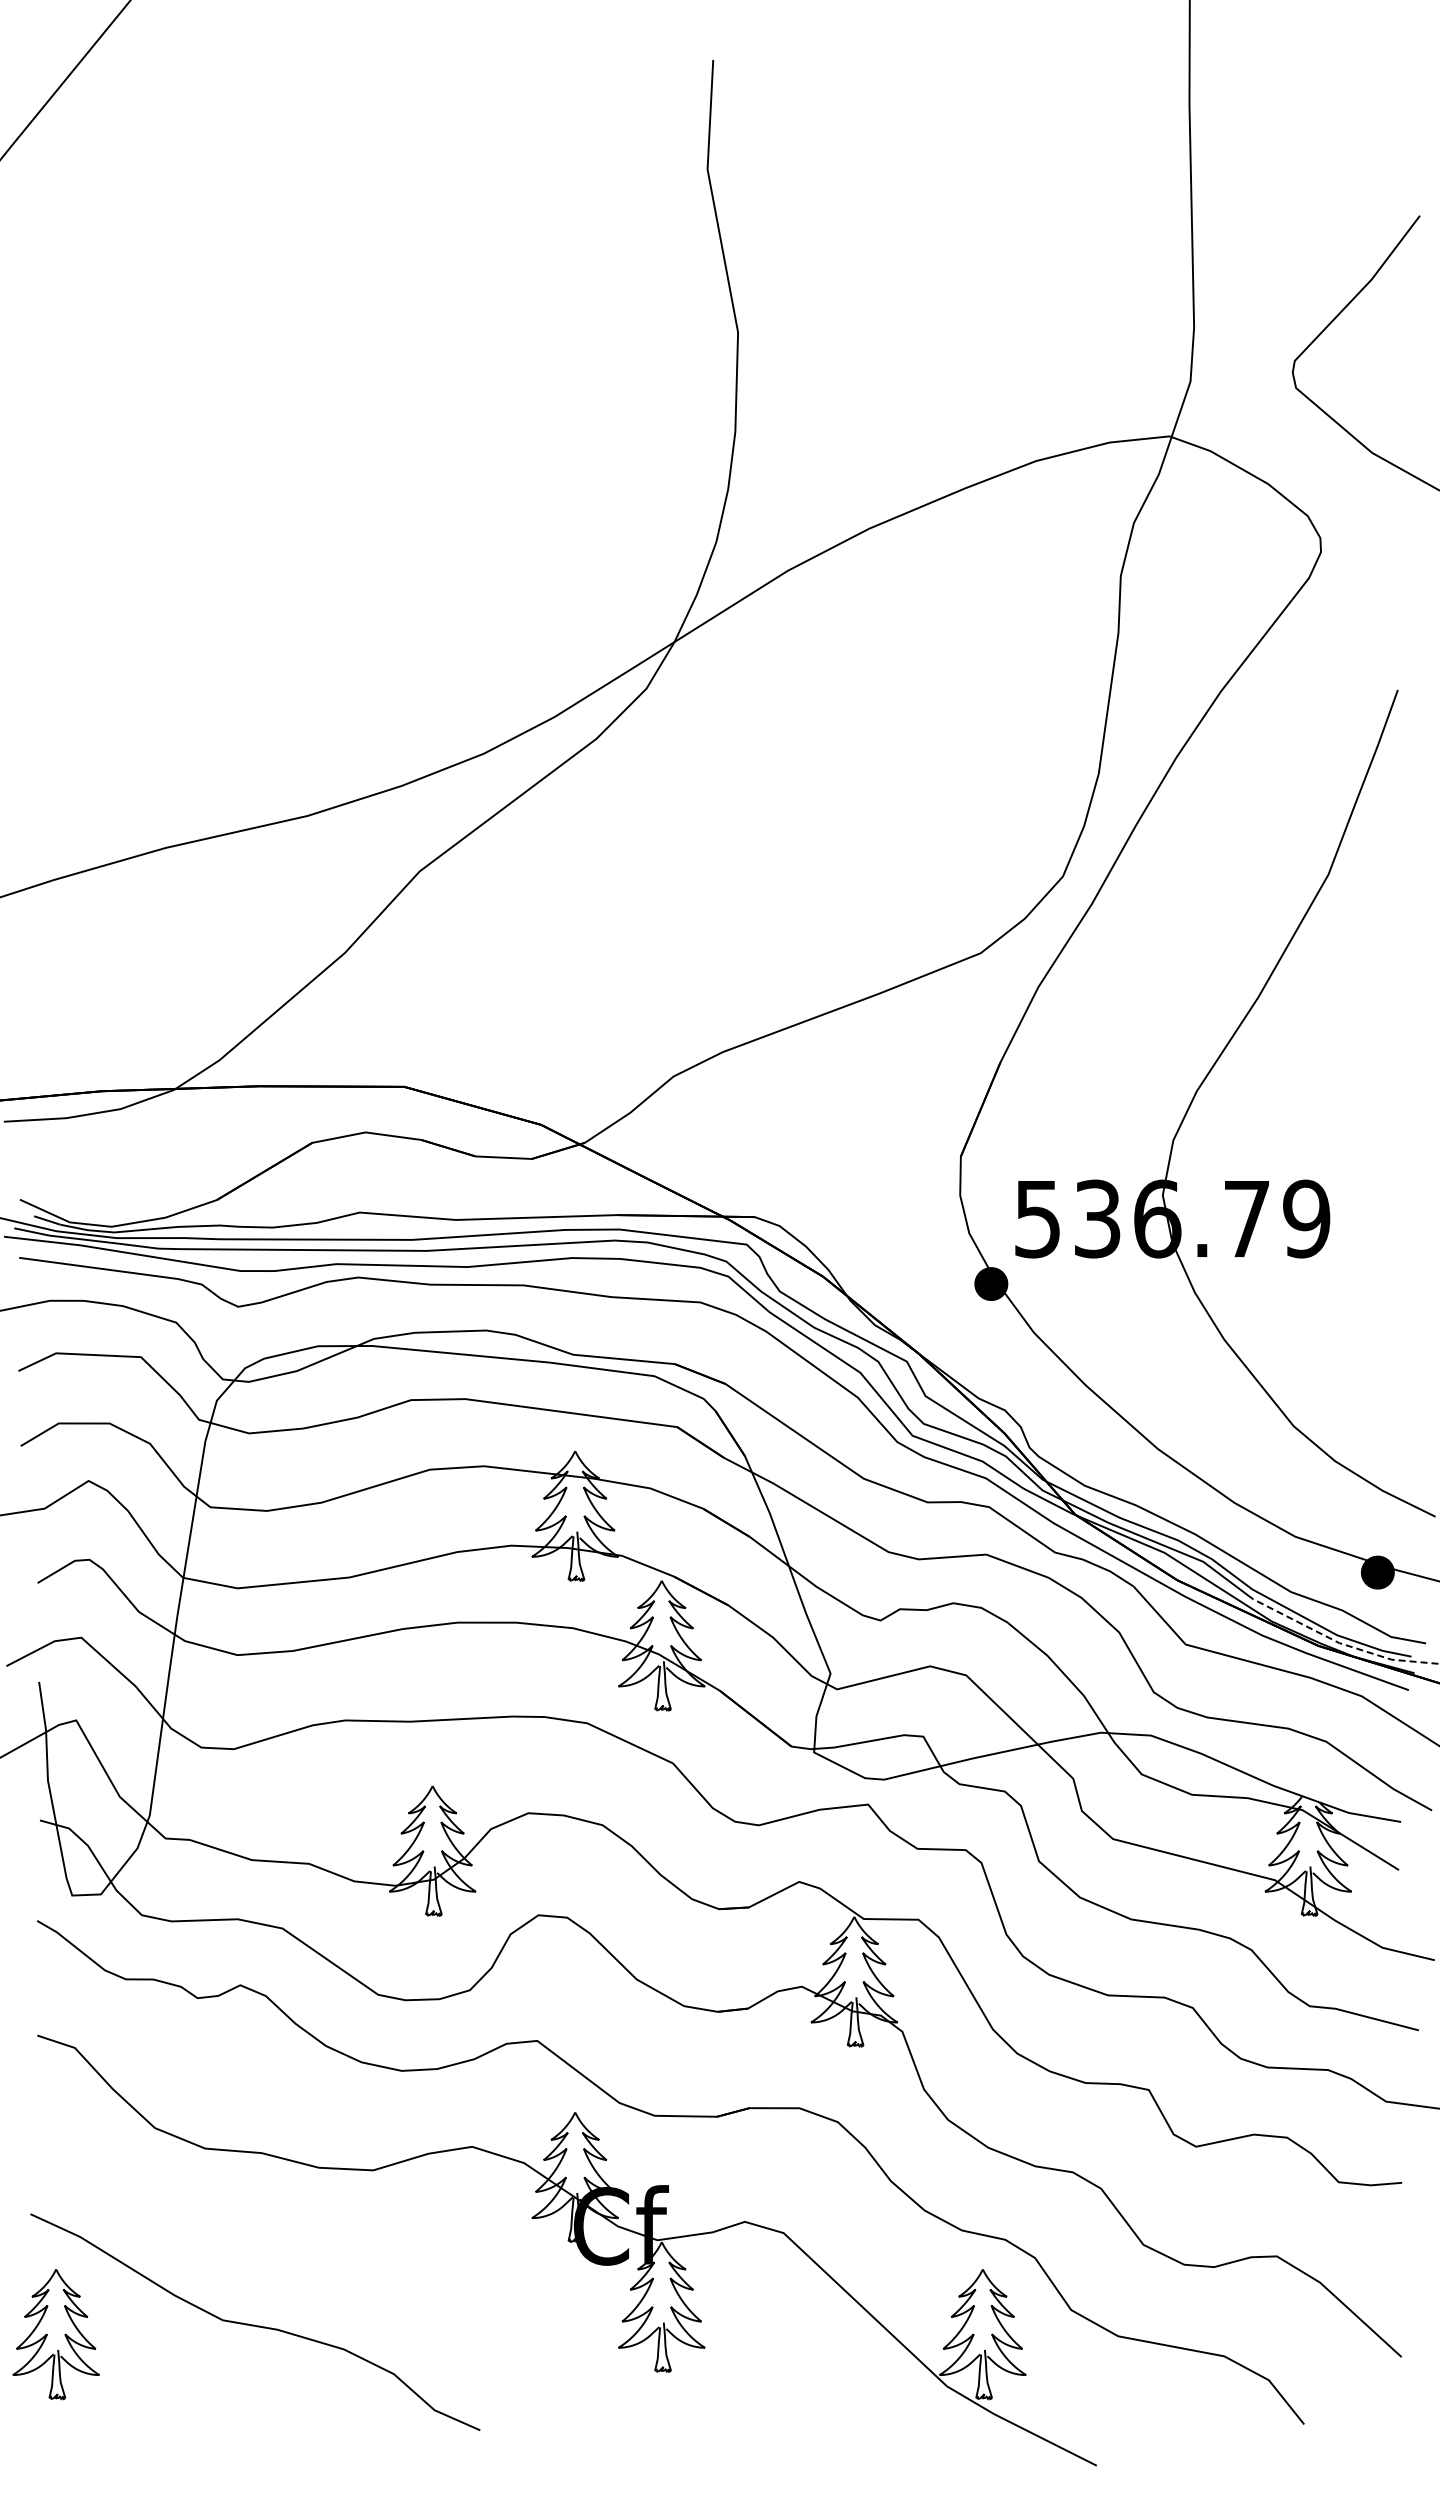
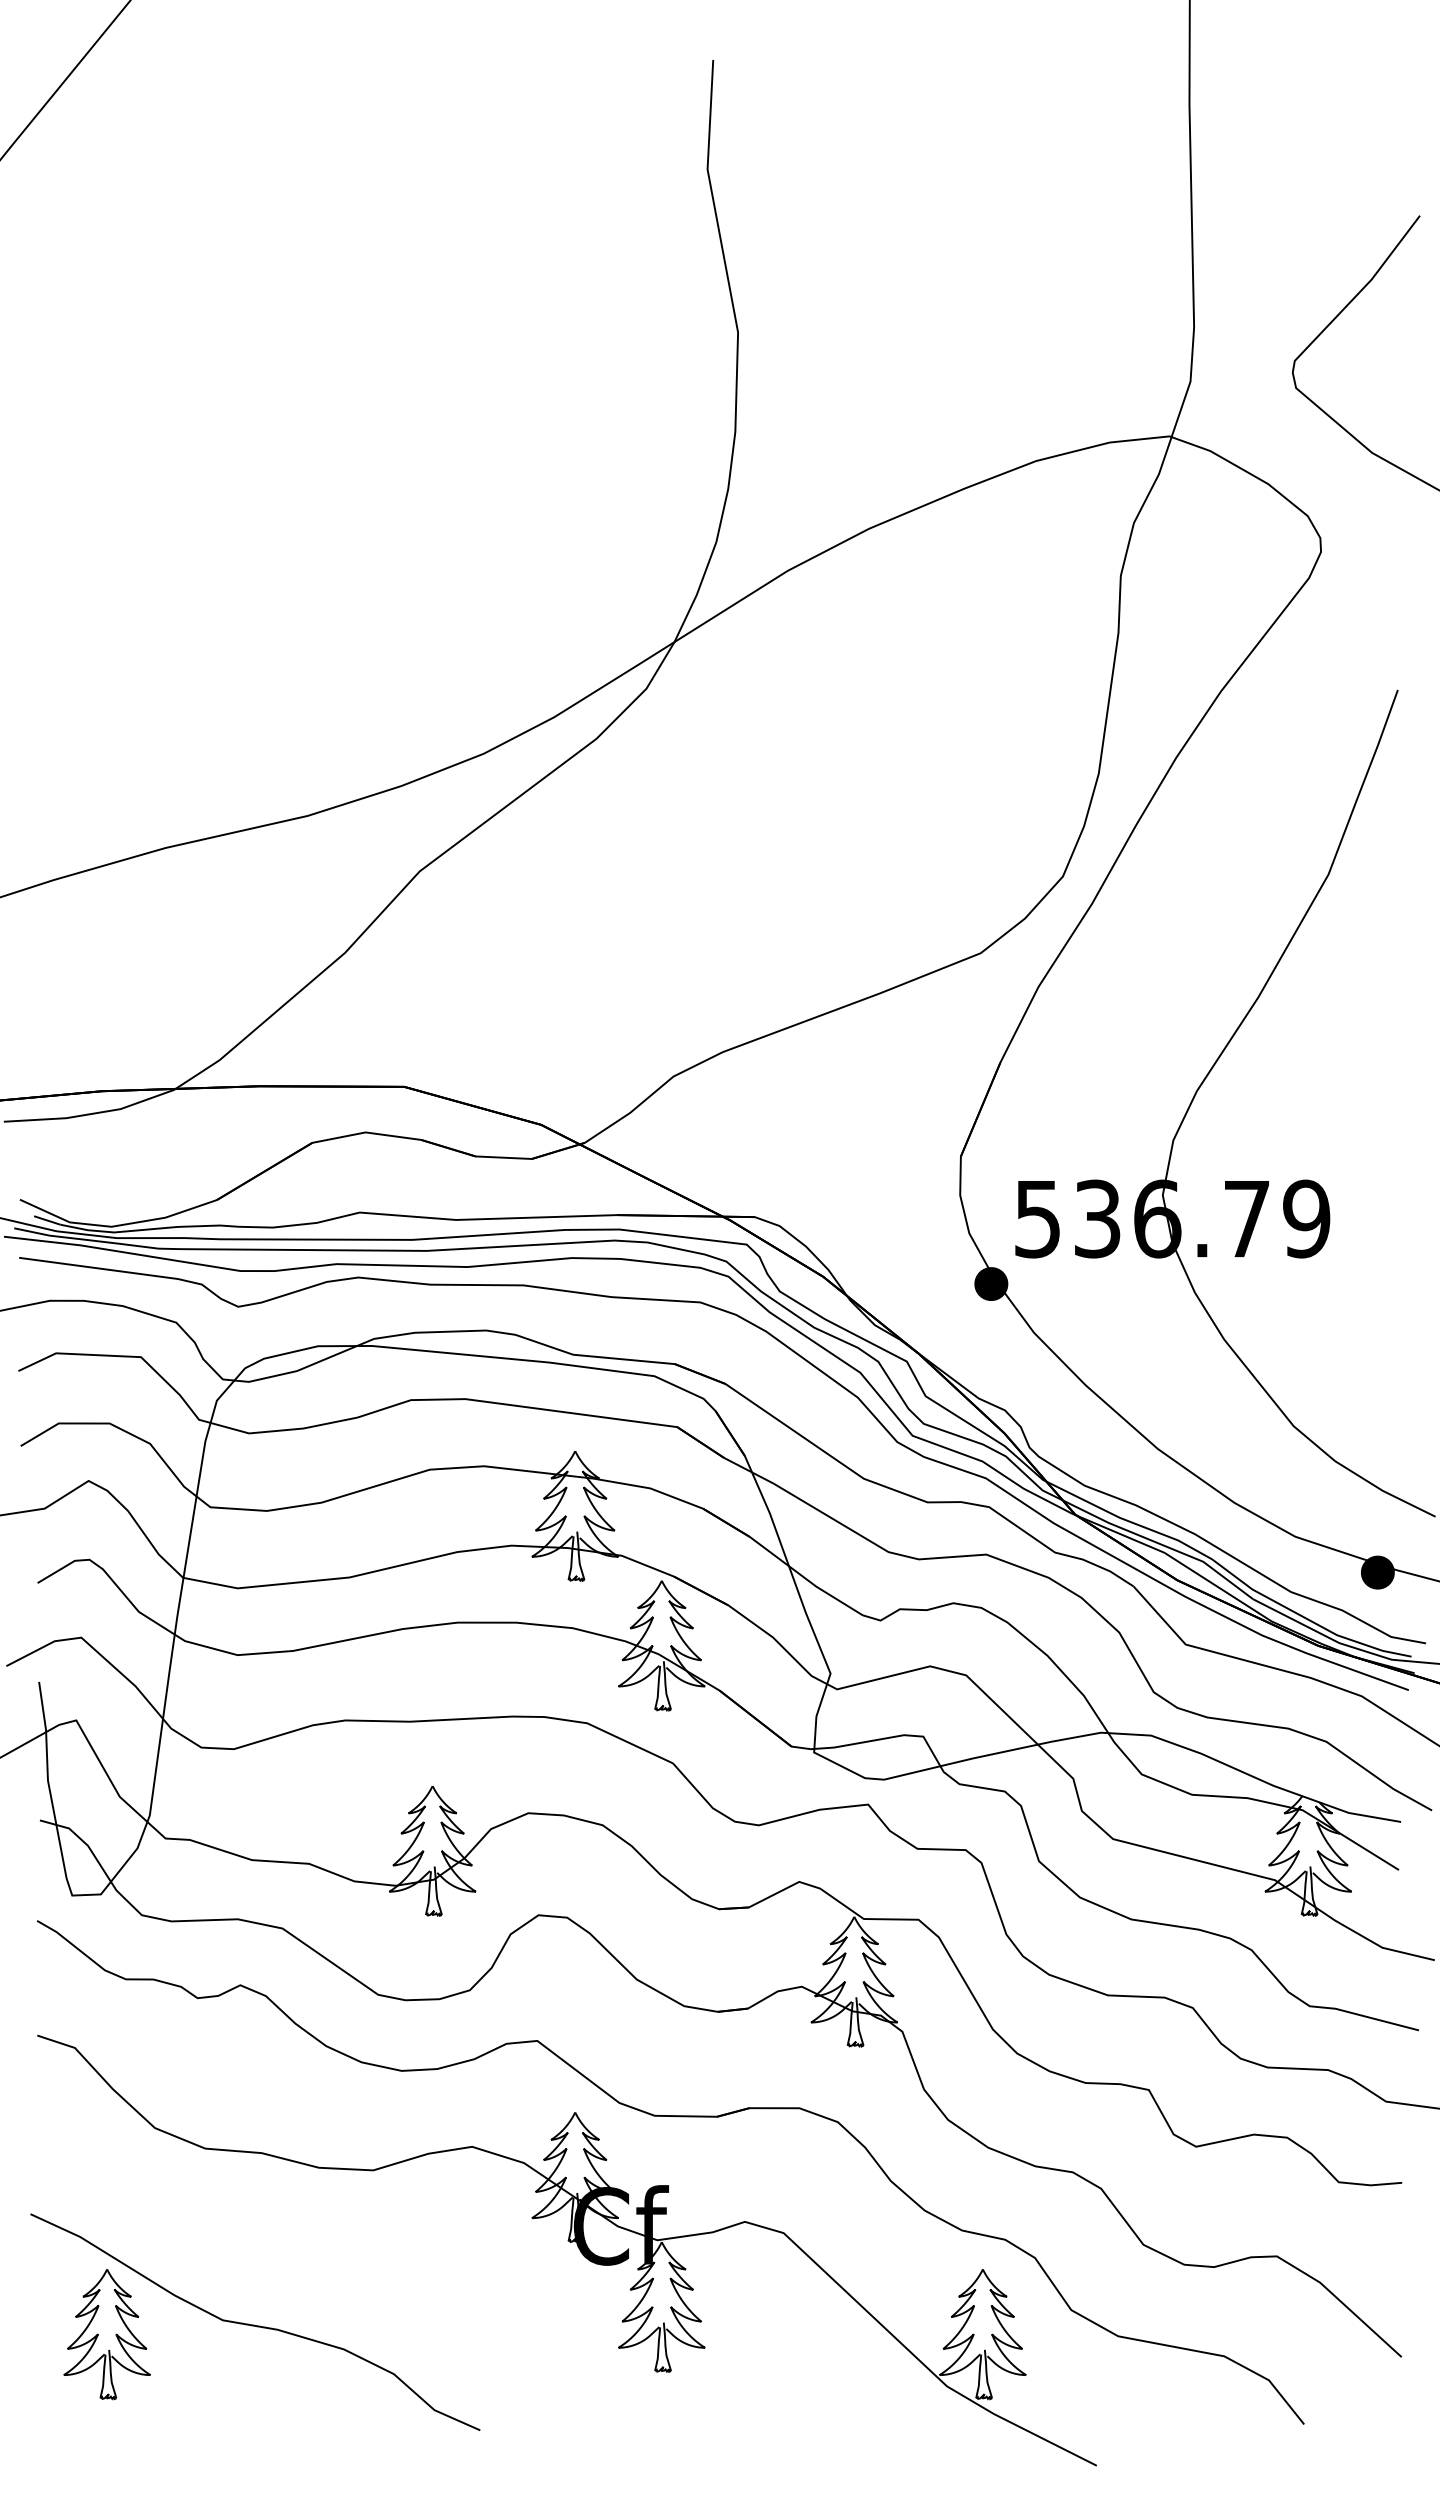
line at (1342, 1644): dashed -> solid
part at (55, 2334) position: (55, 2334) -> (106, 2334)
